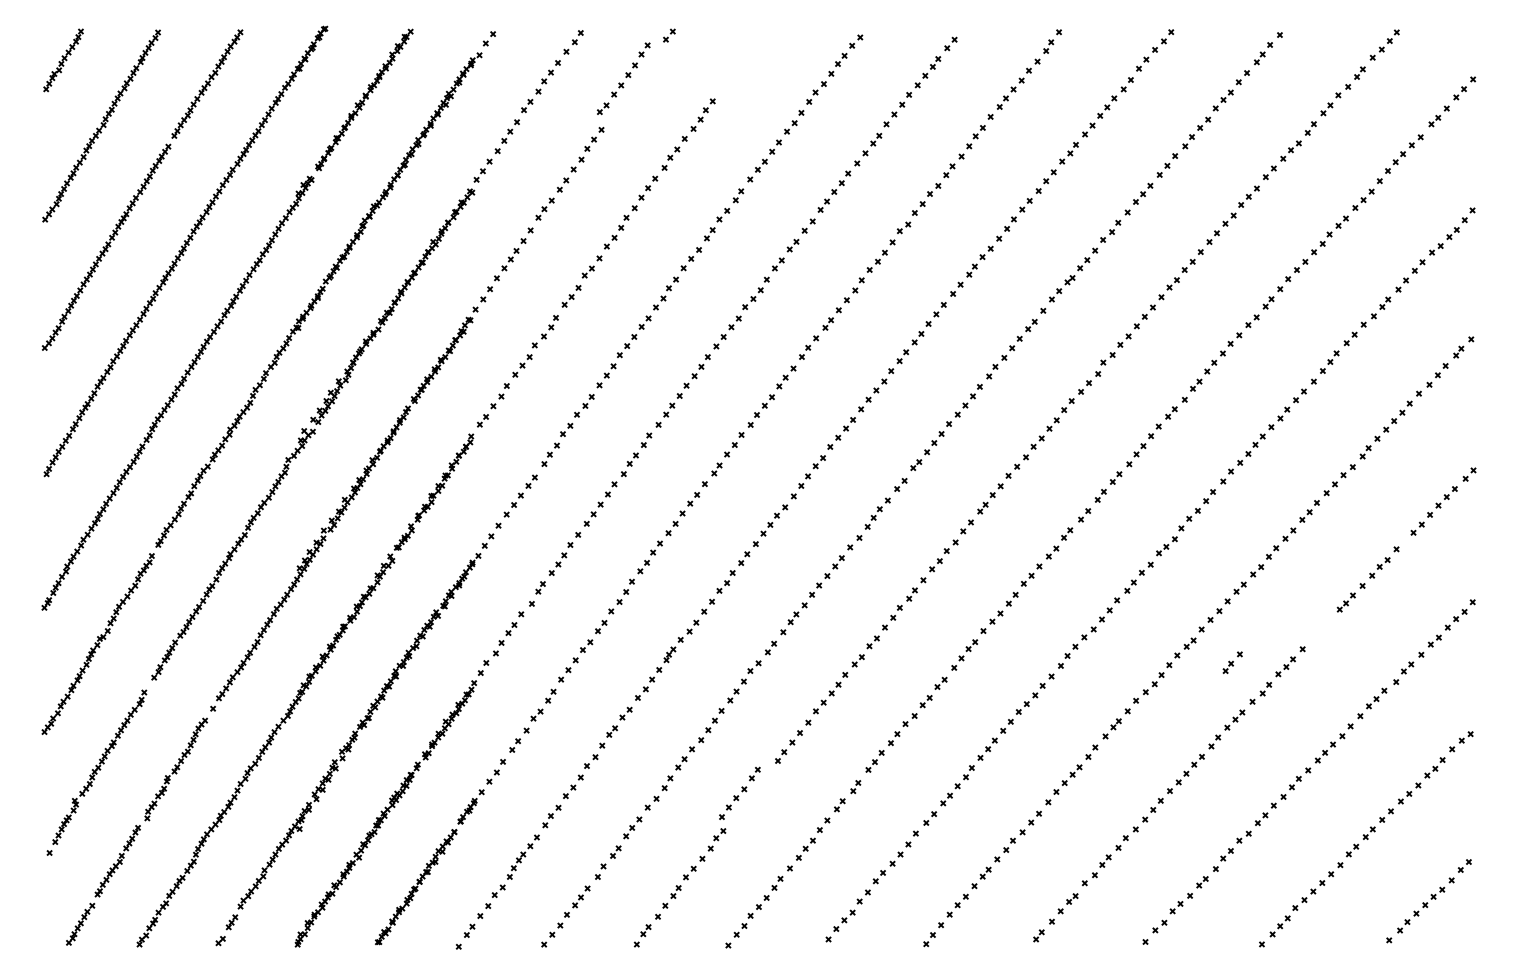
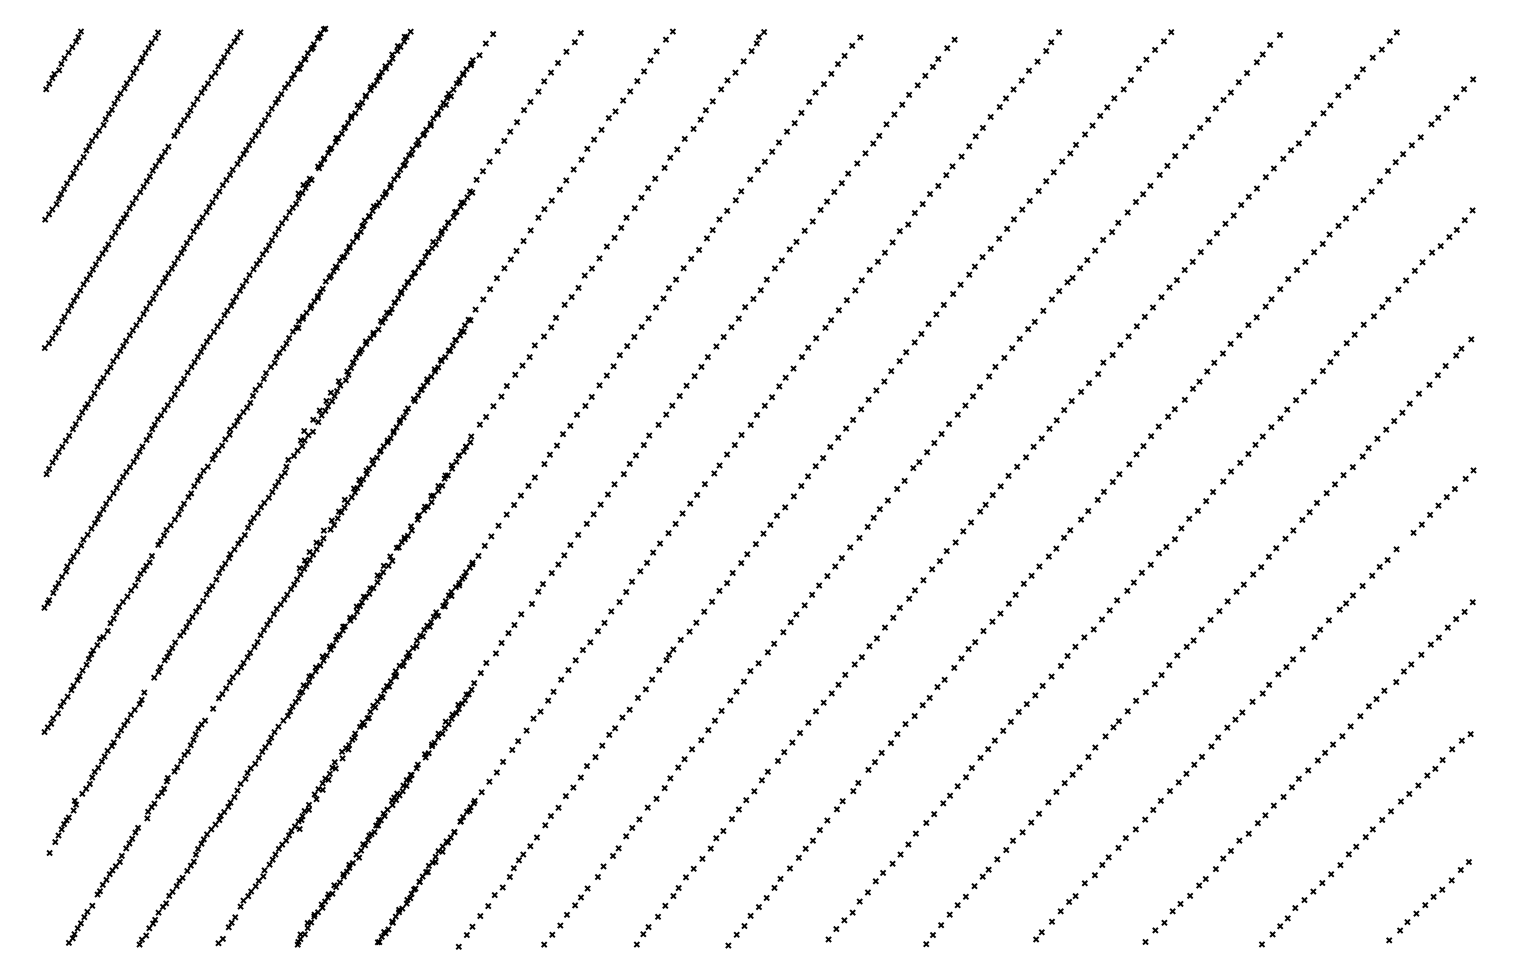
part at (742, 60): none -> present
part at (623, 78) position: (623, 78) -> (632, 84)
part at (1232, 662) position: (1232, 662) -> (1321, 628)
part at (739, 792) position: (739, 792) -> (749, 794)
